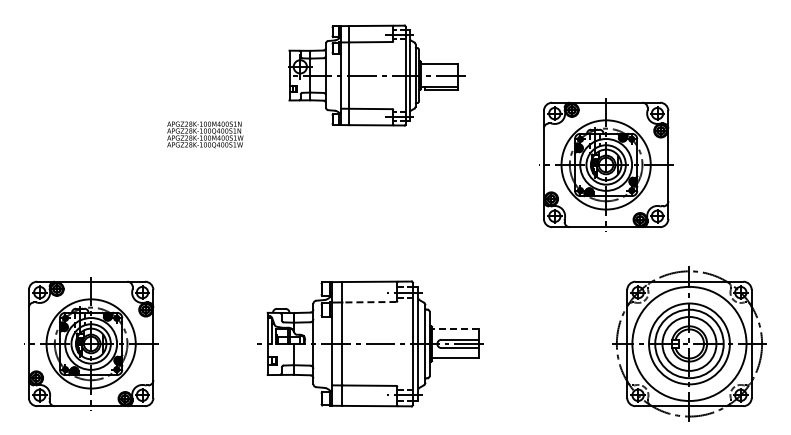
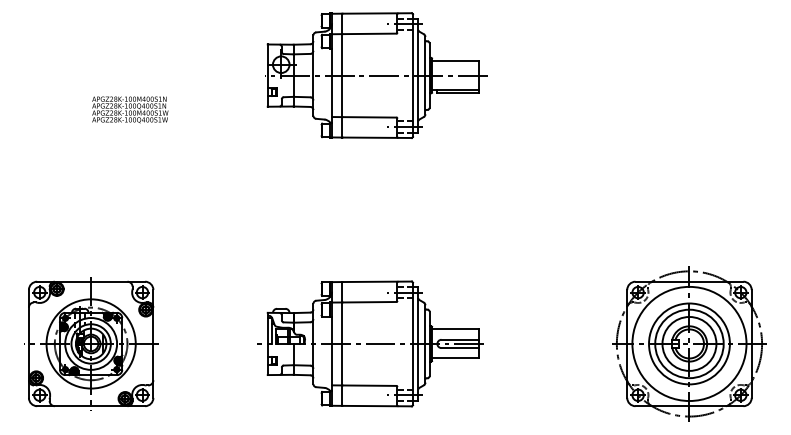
part at (376, 75) size: 178x103 px -> 223x127 px
text at (205, 134) position: (205, 134) -> (130, 109)
part at (606, 164): present -> none
line at (369, 302): dashed -> solid
line at (455, 329): dashed -> solid
